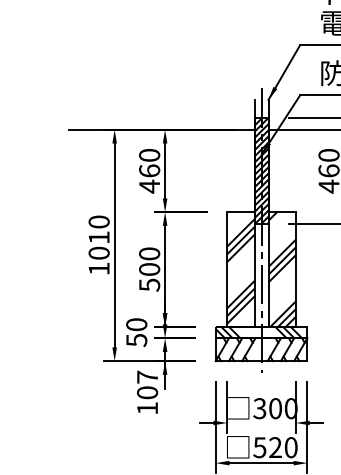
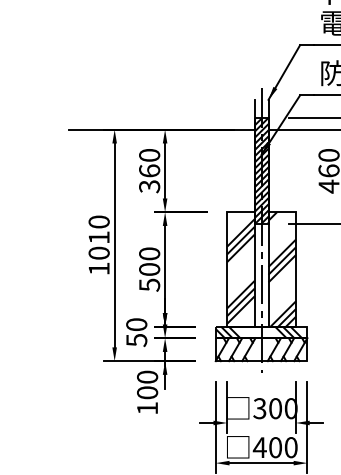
text at (149, 186): 460 -> 360
text at (147, 376): 107 -> 100
text at (266, 447): 520 -> 400
